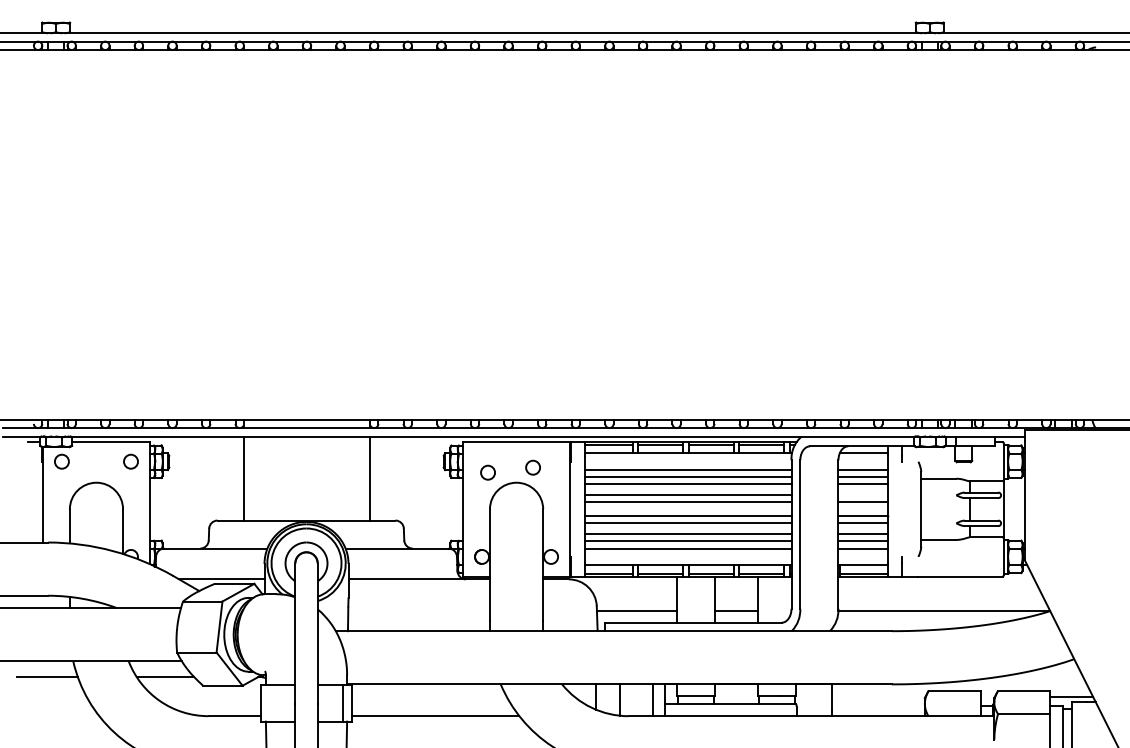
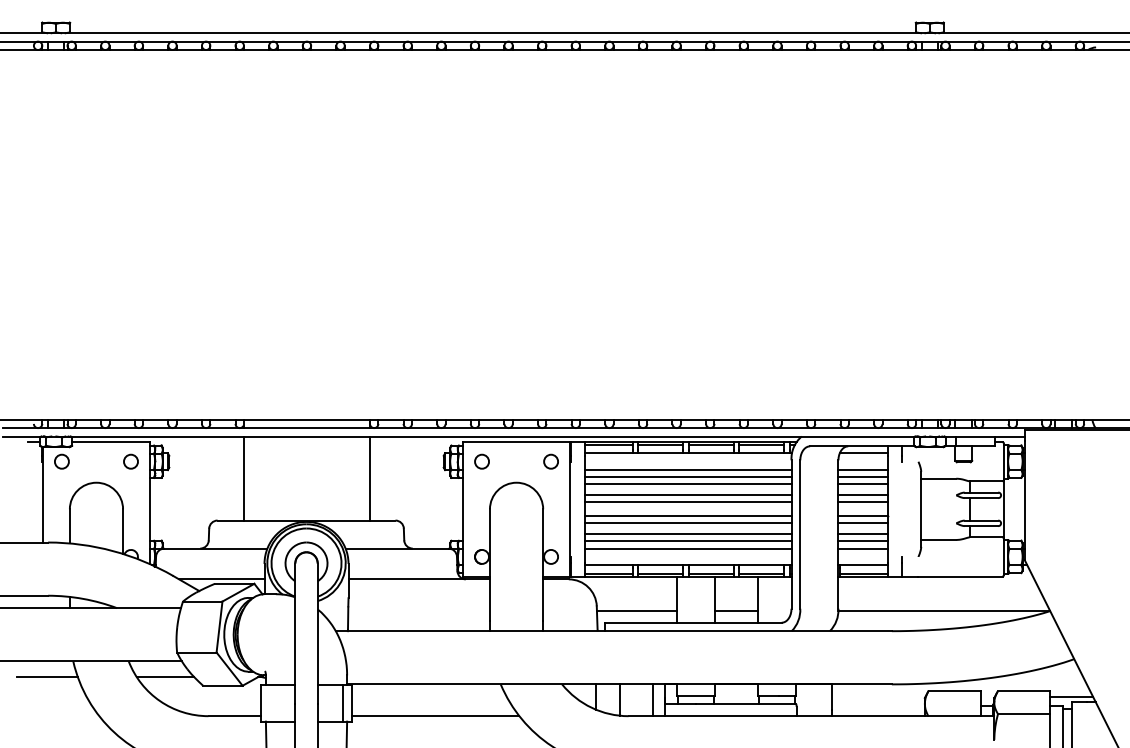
circle at (532, 467) position: (532, 467) -> (550, 461)
circle at (487, 472) position: (487, 472) -> (481, 461)
line at (862, 495): none -> present
